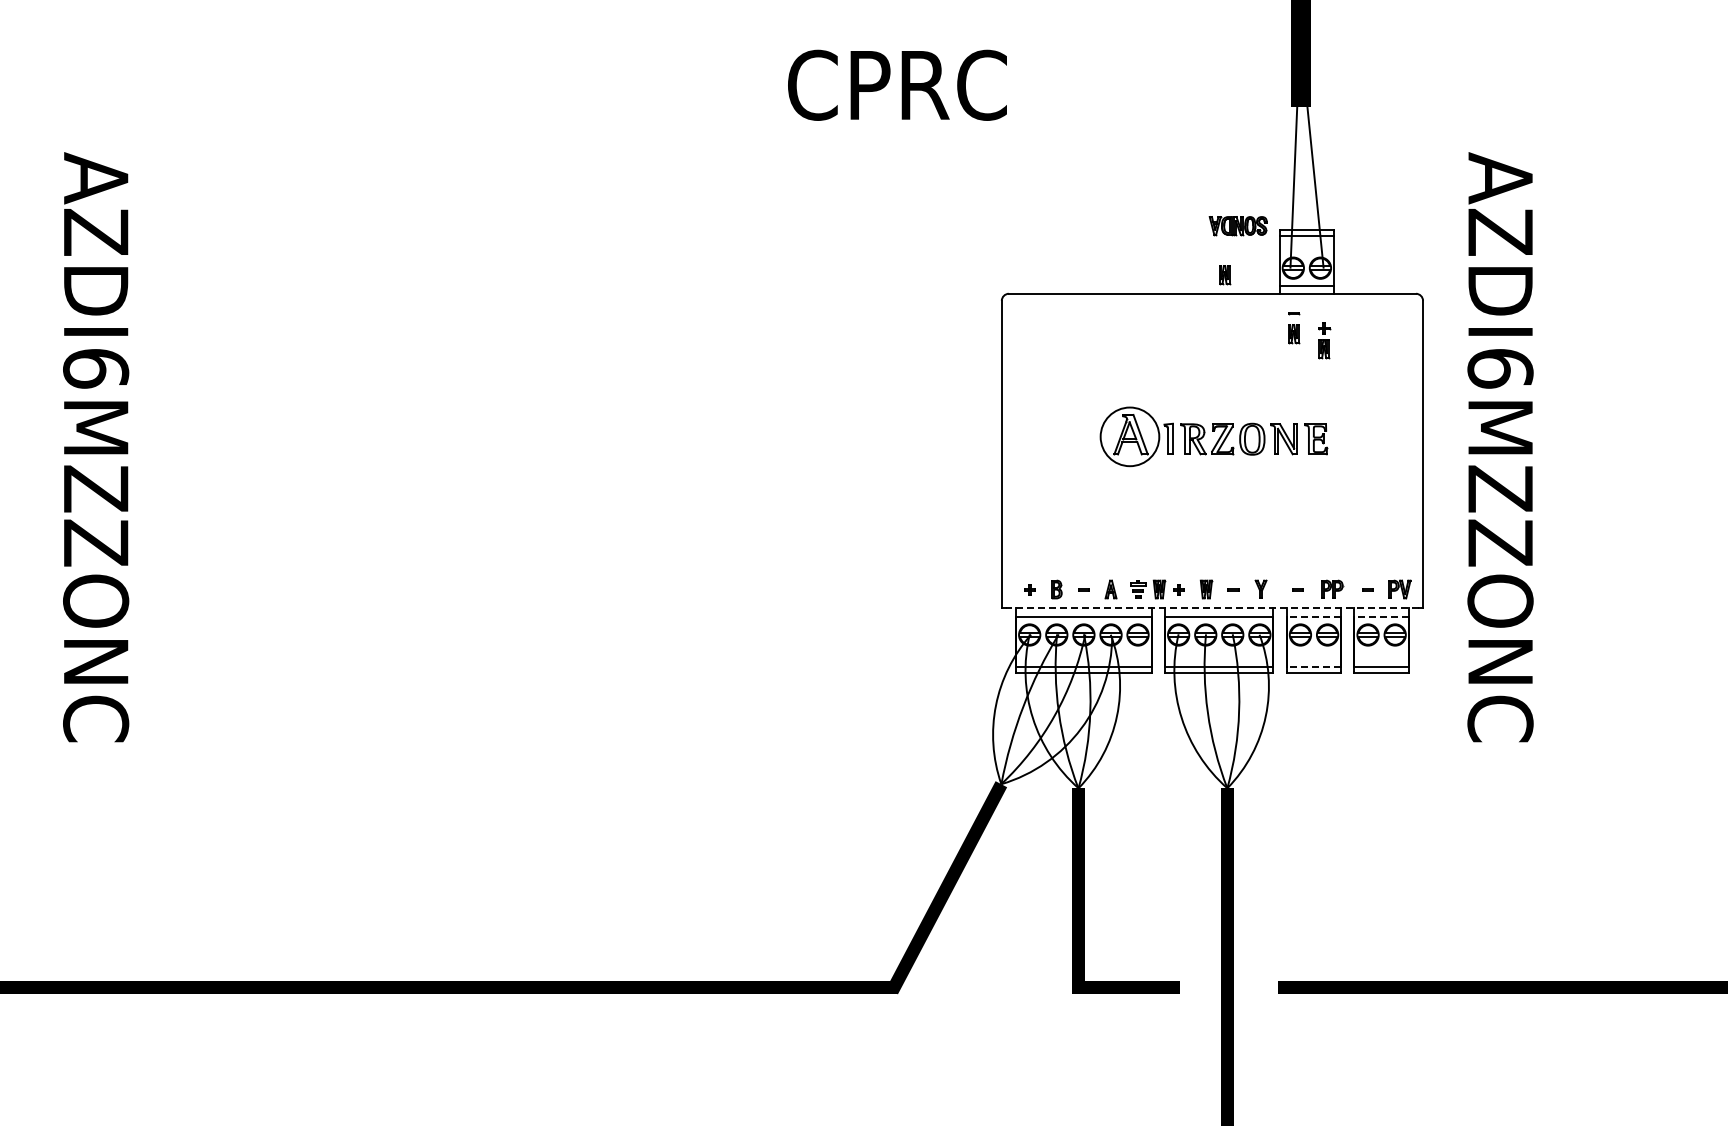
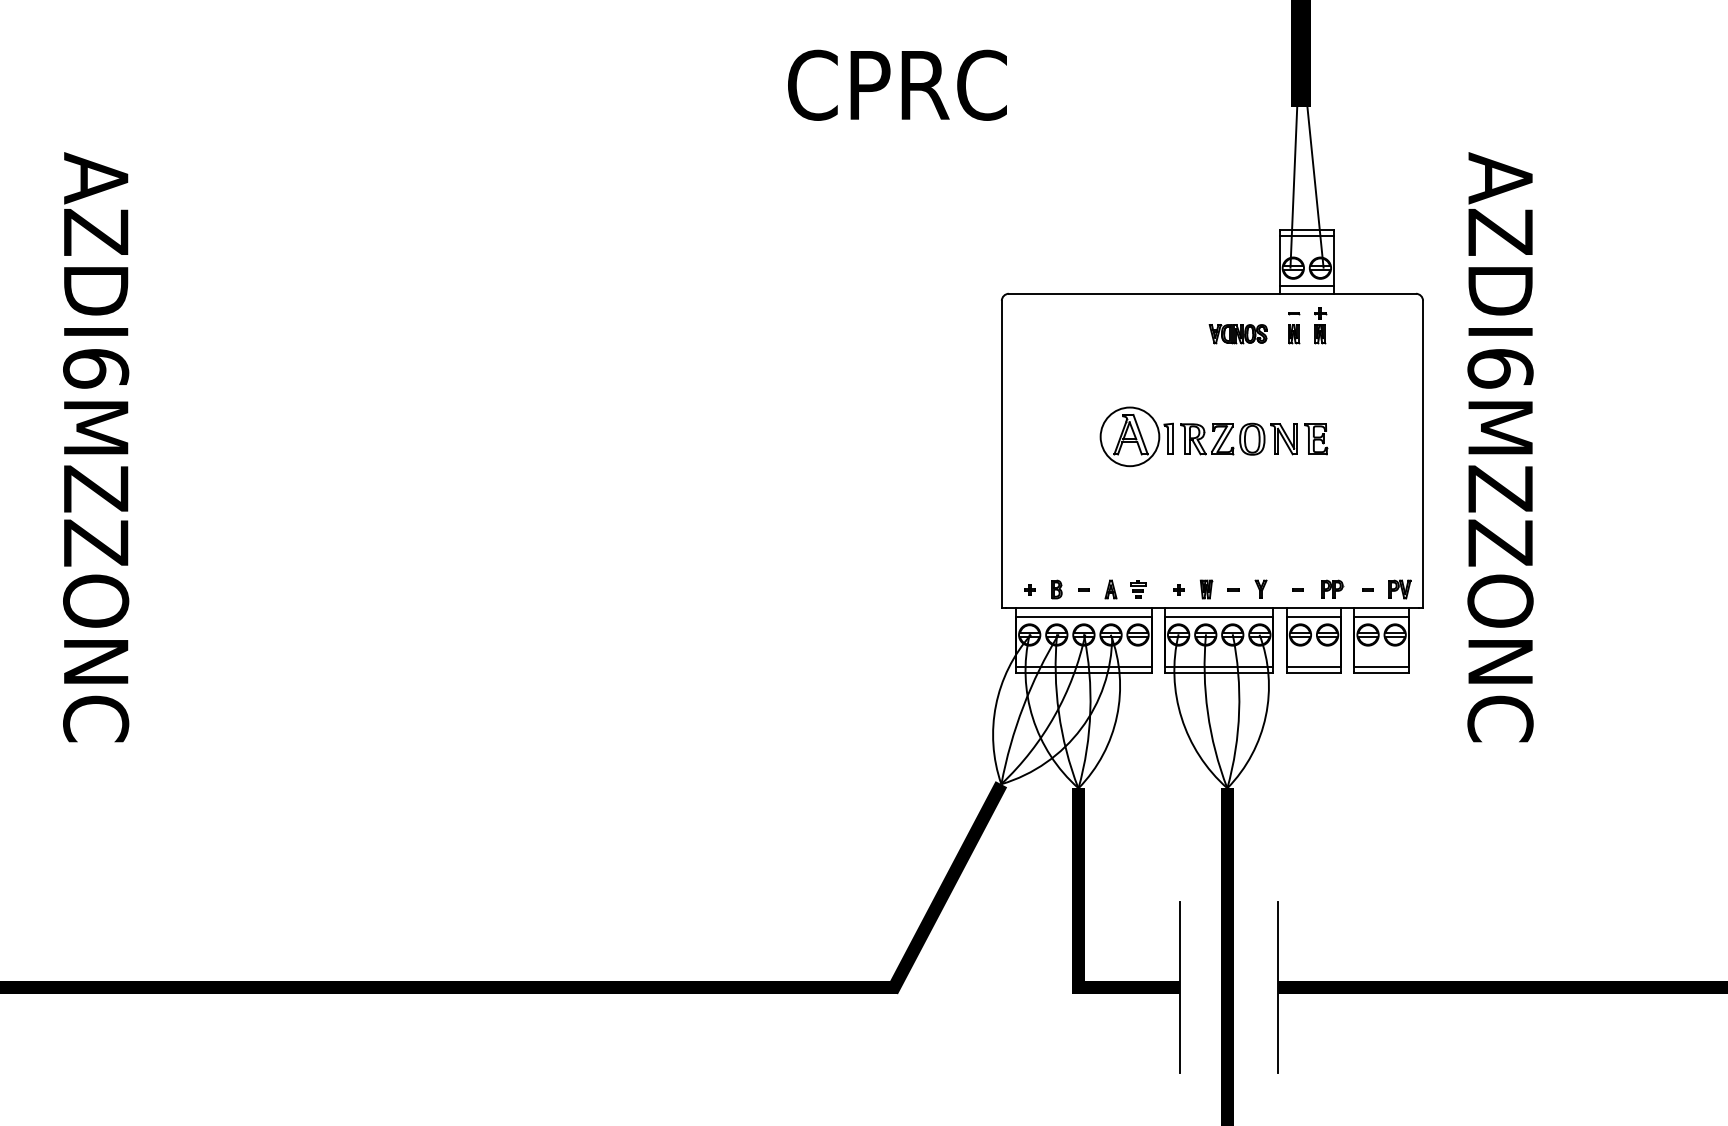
part at (1237, 226) position: (1237, 226) -> (1237, 334)
part at (1225, 275): present -> none
part at (1324, 340) position: (1324, 340) -> (1320, 325)
part at (1159, 589): present -> none
line at (1211, 608): dashed -> solid
line at (1313, 617): dashed -> solid
line at (1381, 617): dashed -> solid
line at (1313, 667): dashed -> solid
line at (1180, 987): none -> present
line at (1277, 987): none -> present
